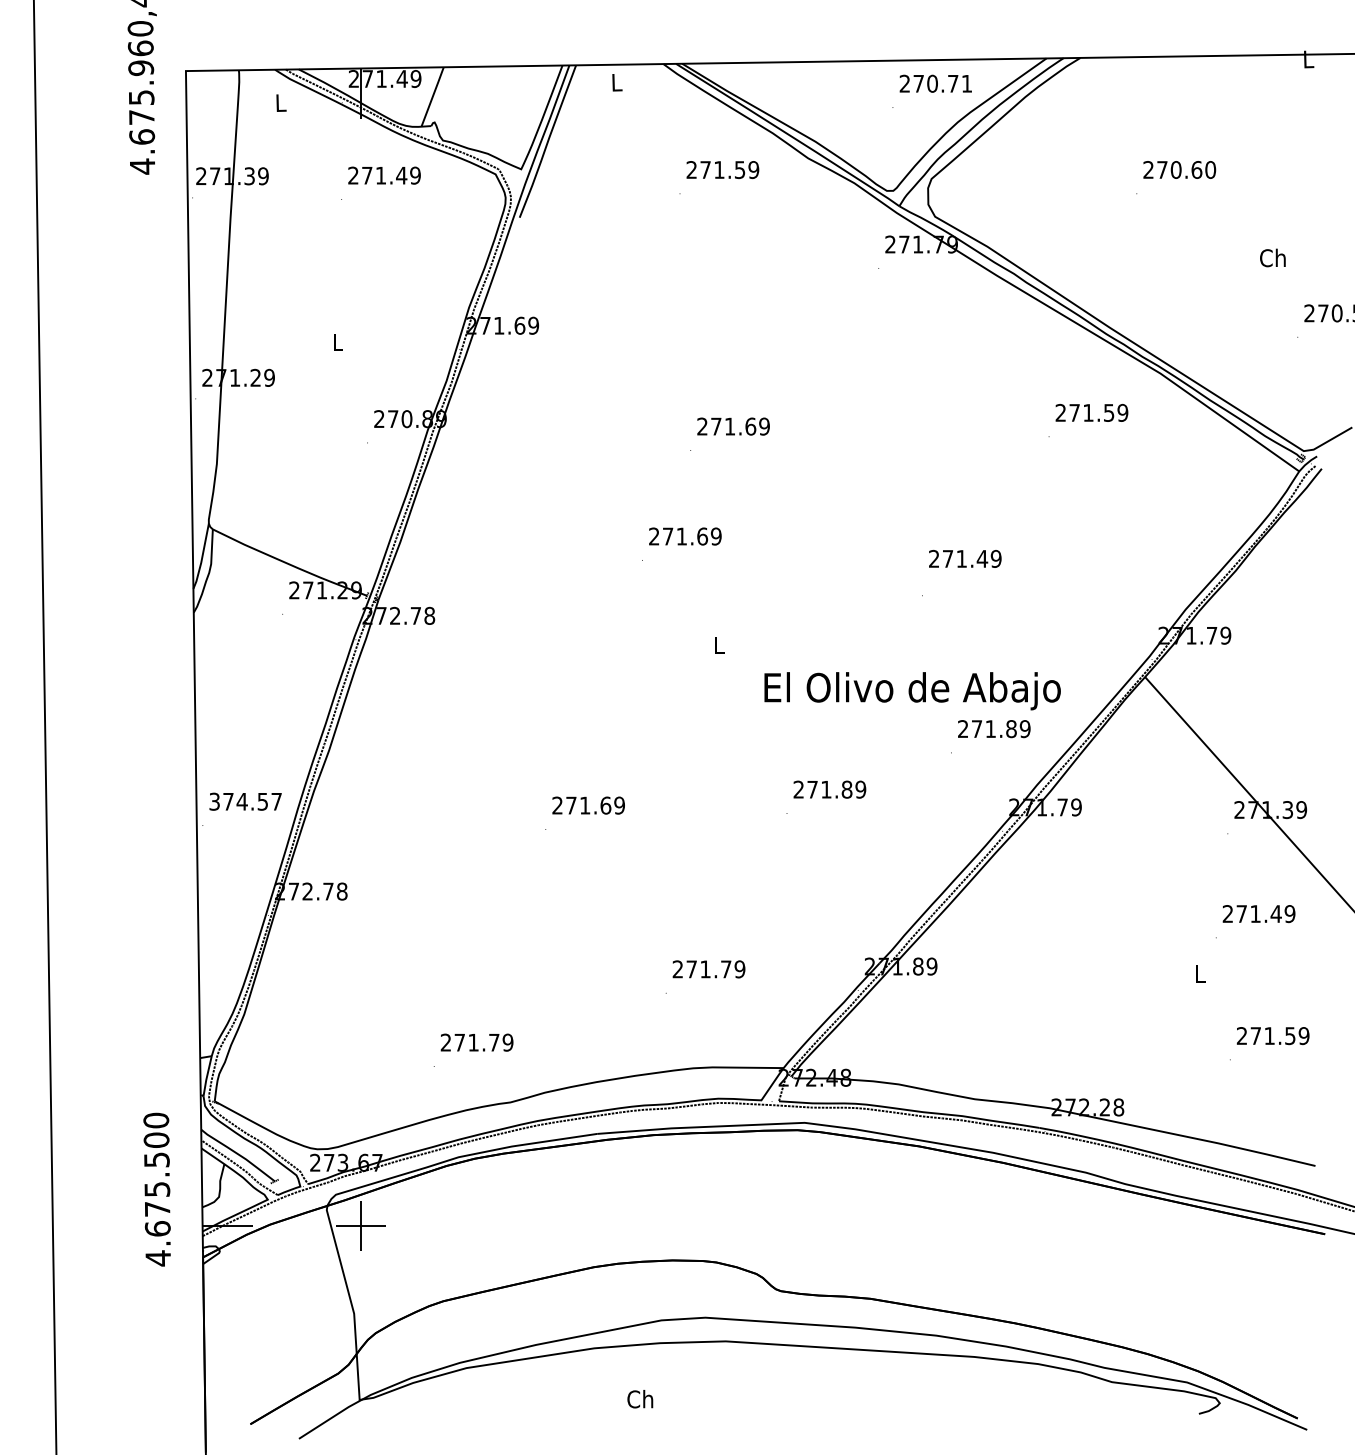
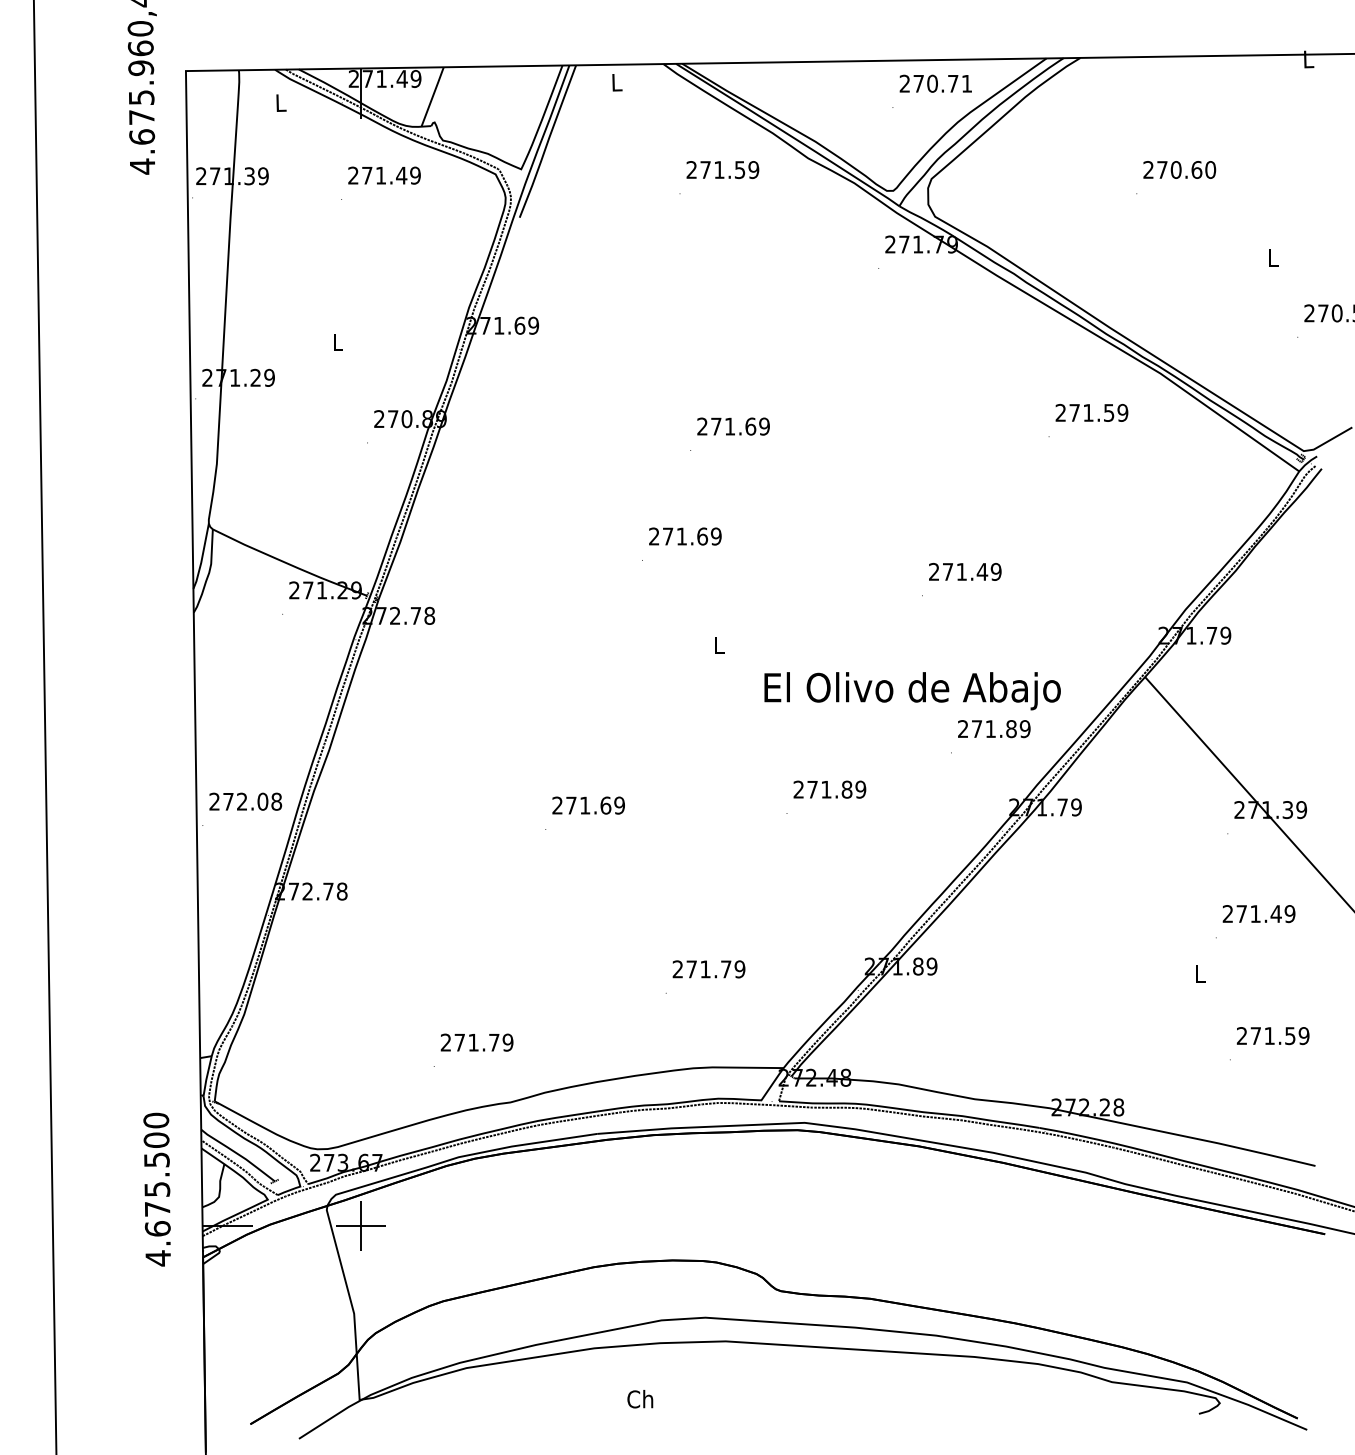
text at (1272, 257): Ch -> L
text at (965, 558) position: (965, 558) -> (965, 571)
text at (245, 801): 374.57 -> 272.08
